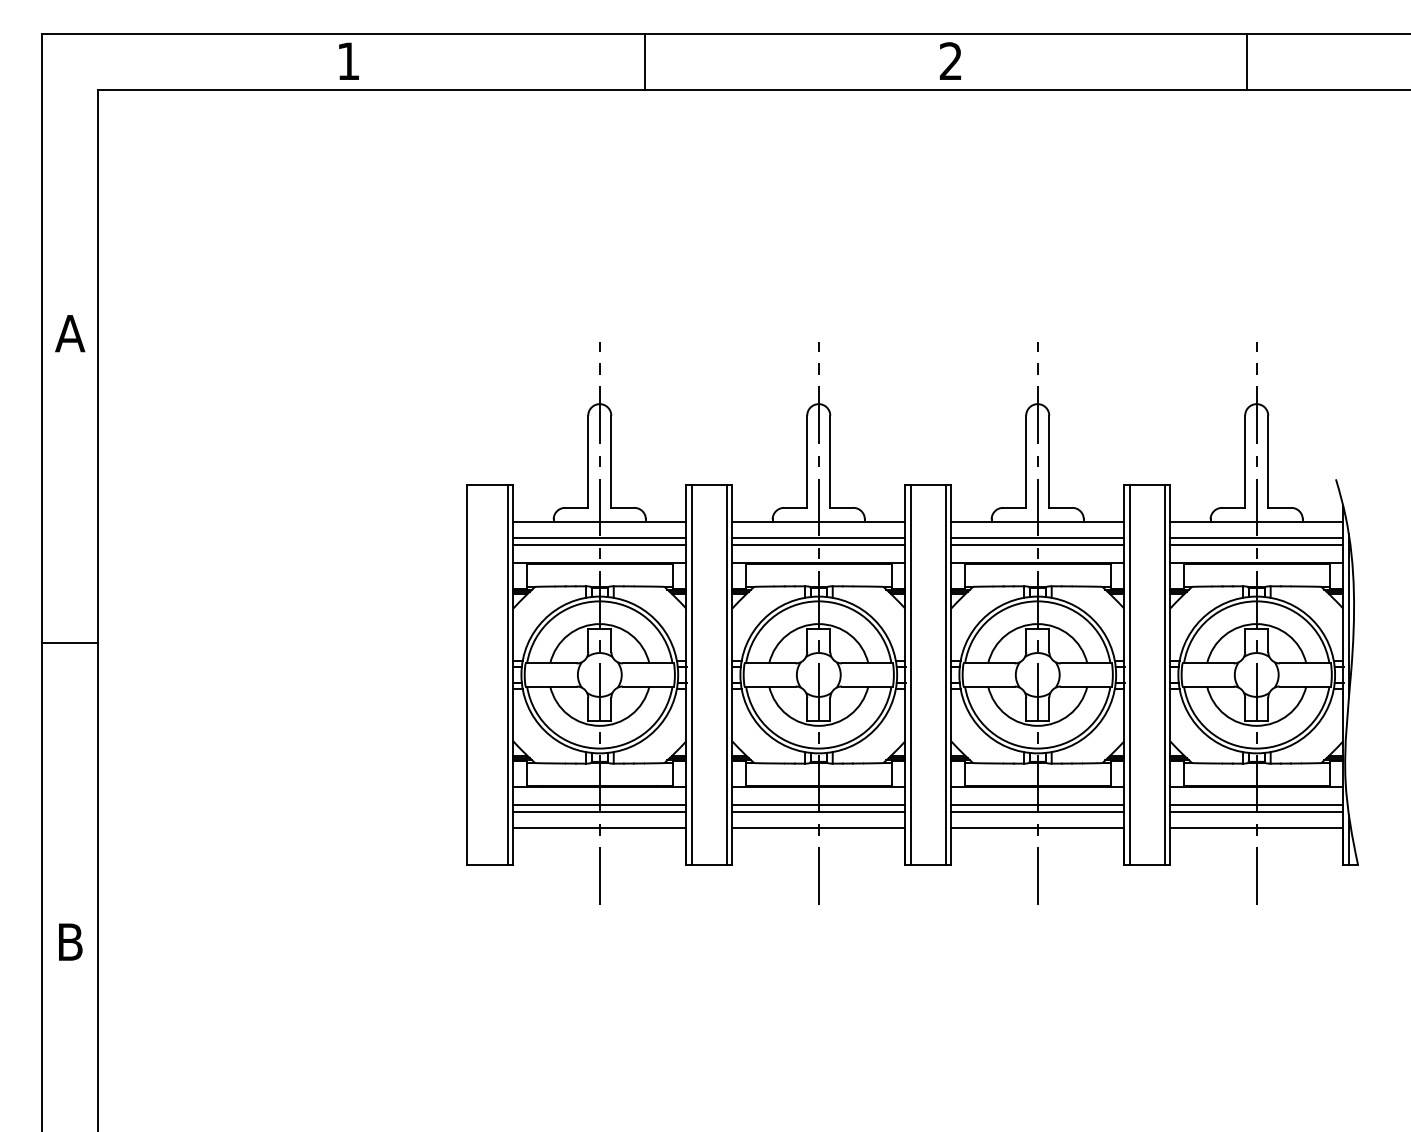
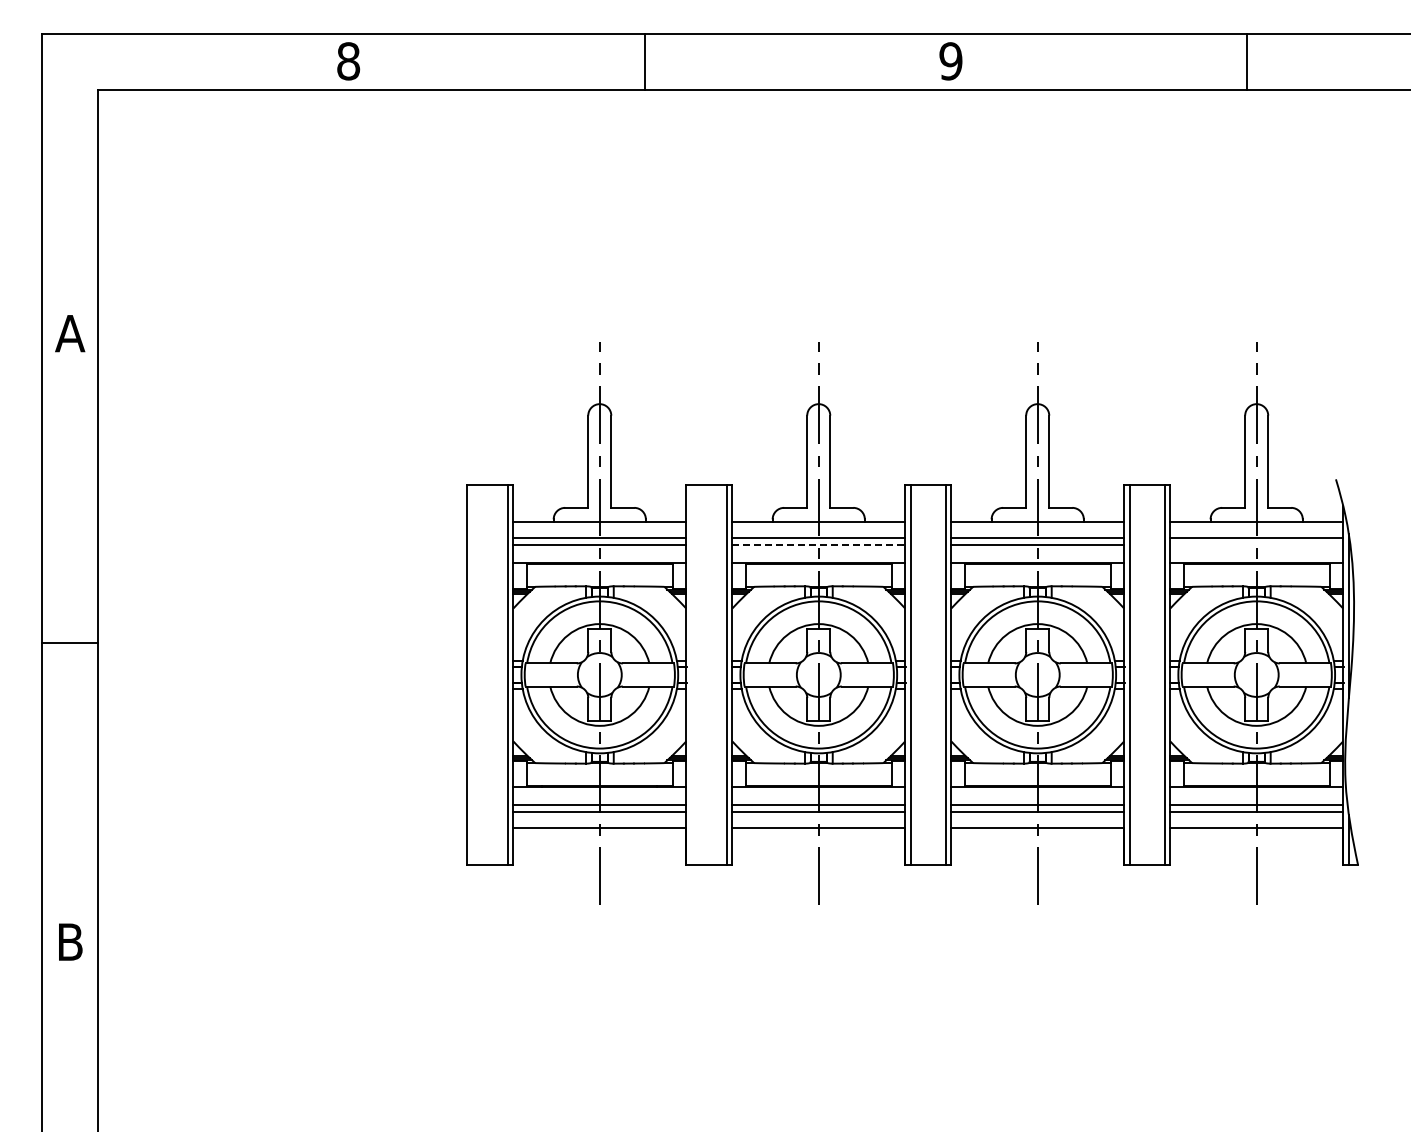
text at (348, 61): 1 -> 8
text at (950, 61): 2 -> 9
line at (819, 544): solid -> dashed
line at (1256, 544): present -> none
line at (692, 674): present -> none
